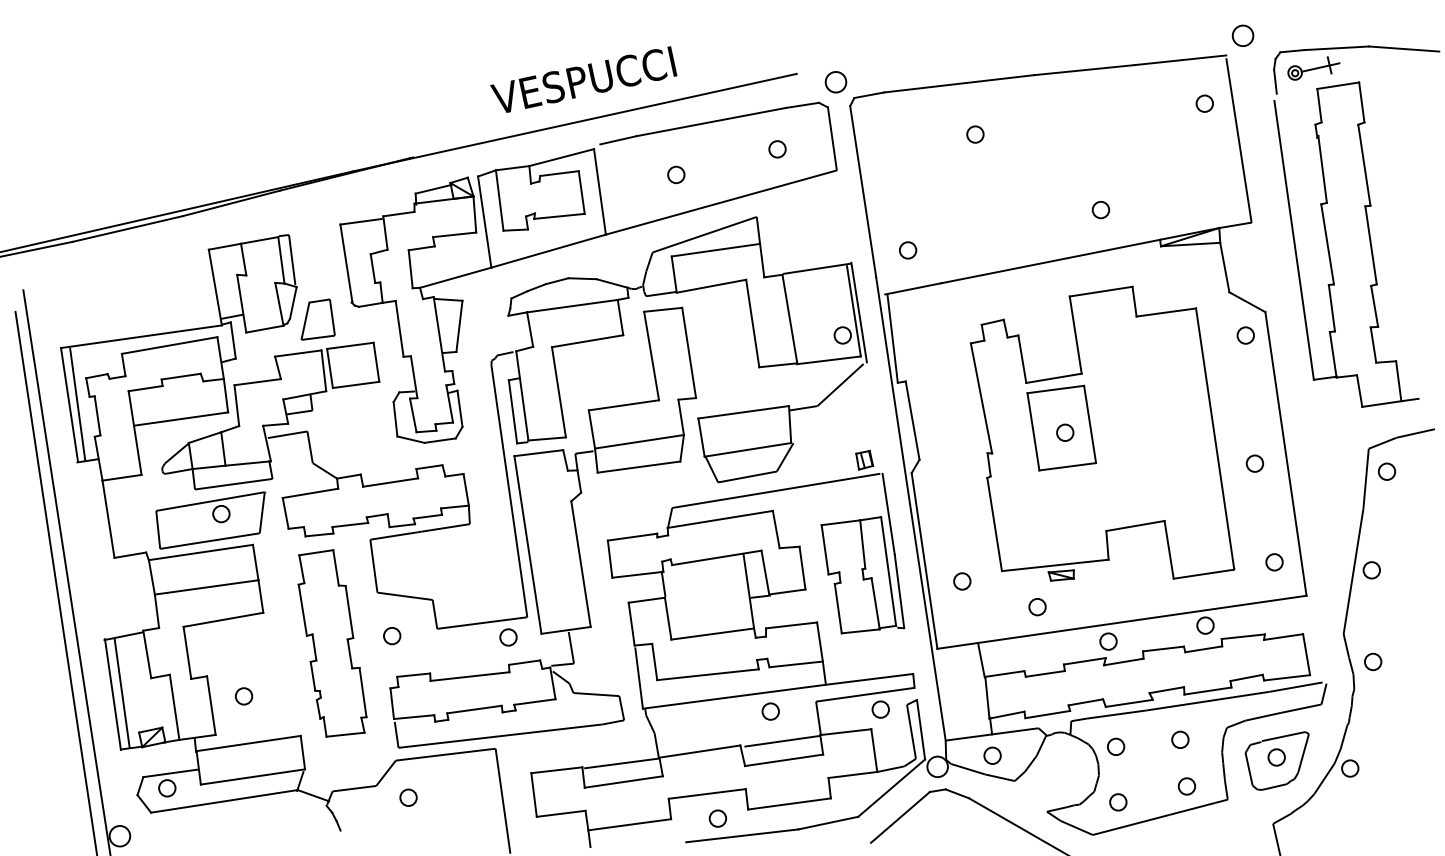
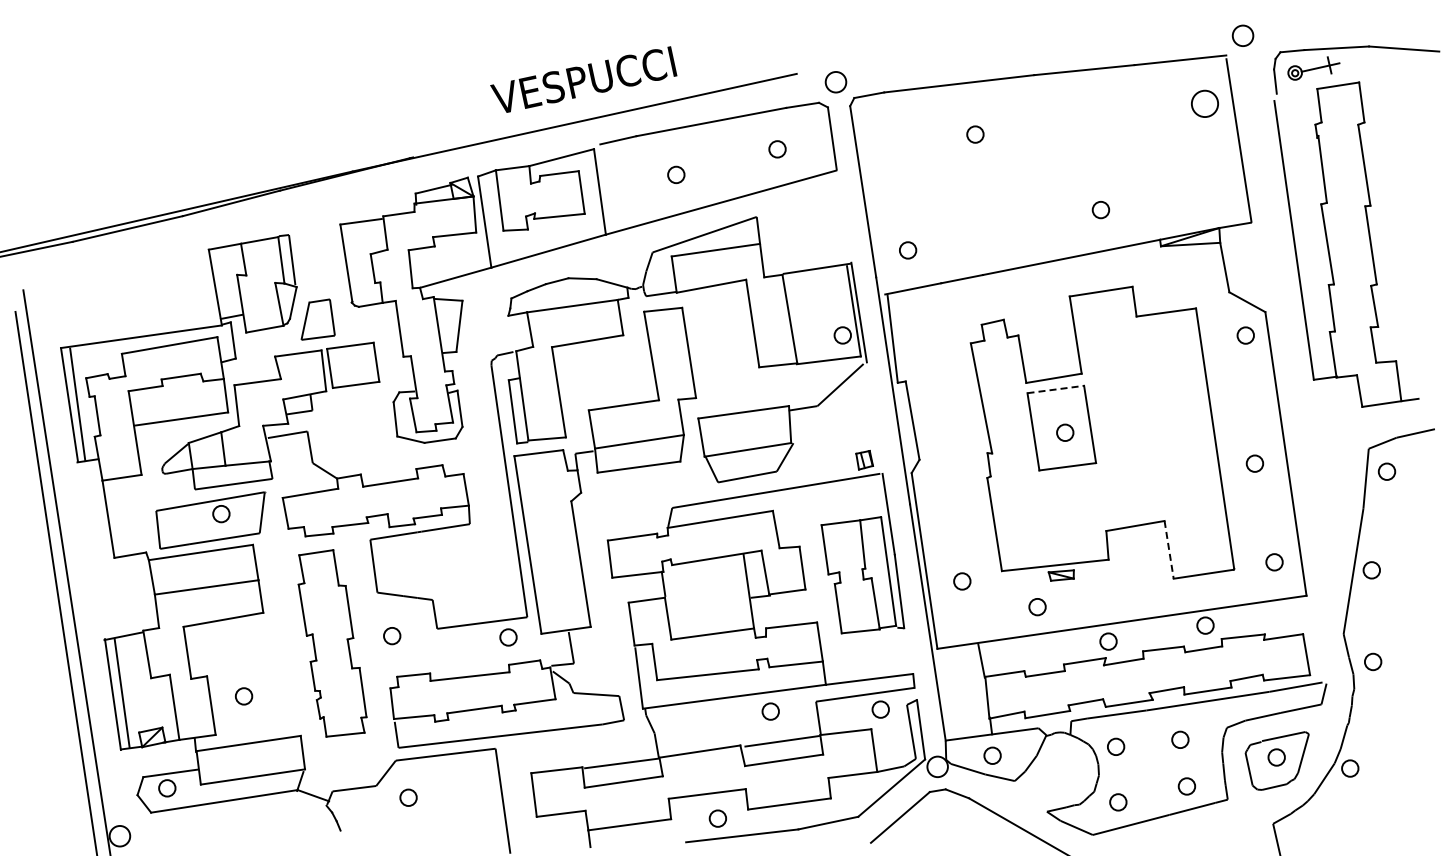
circle at (1204, 103) size: 19x19 px -> 28x29 px
line at (1055, 389): solid -> dashed
line at (1169, 550): solid -> dashed
